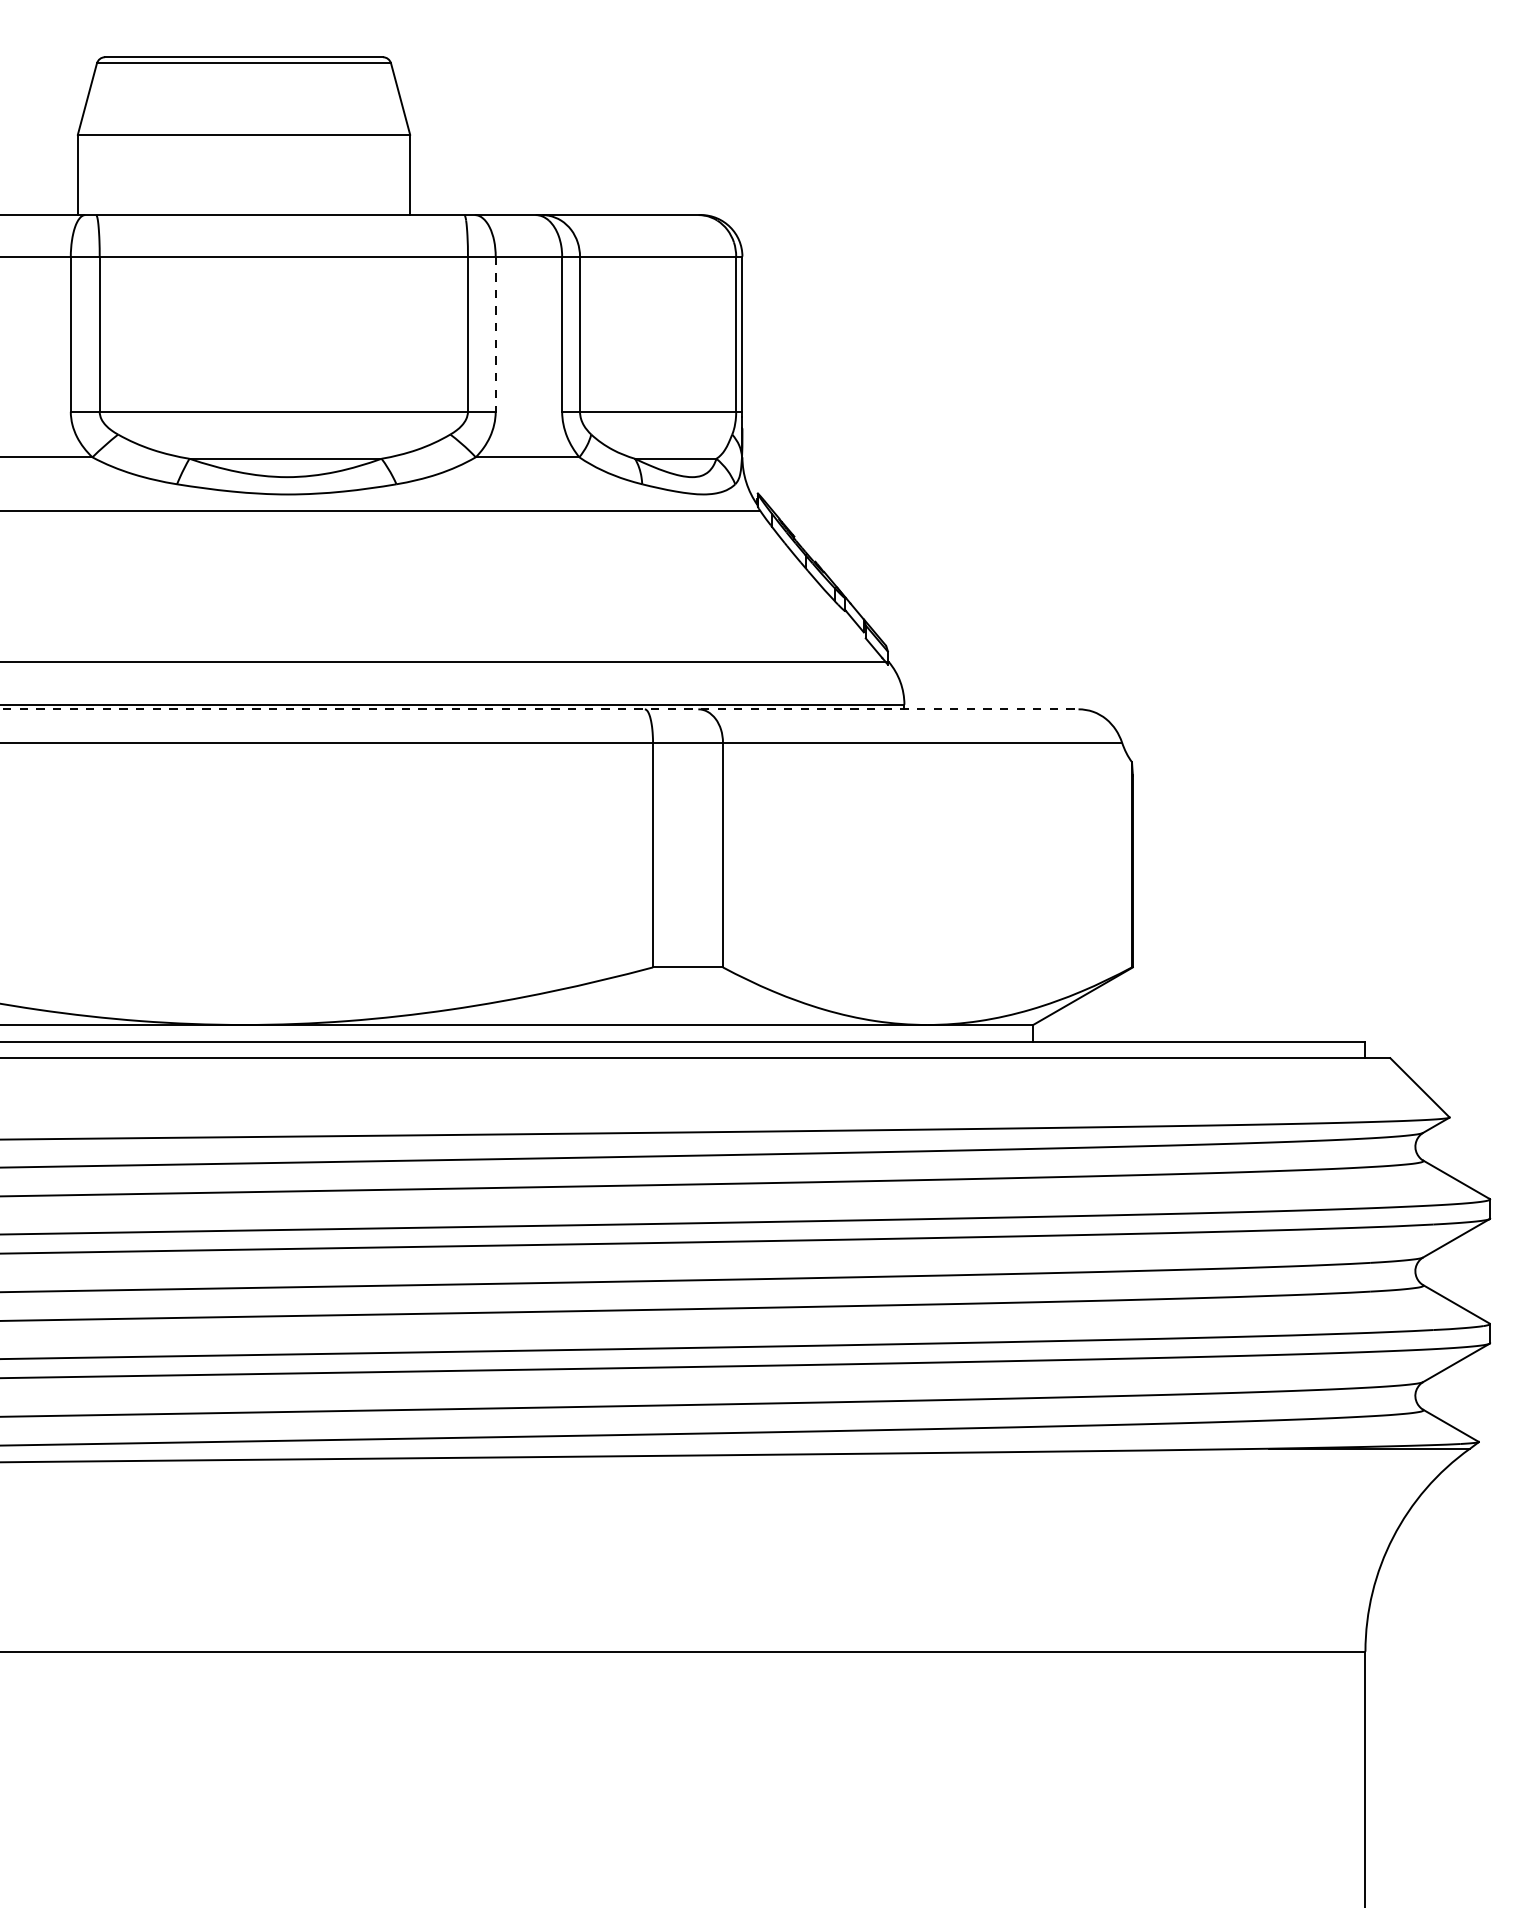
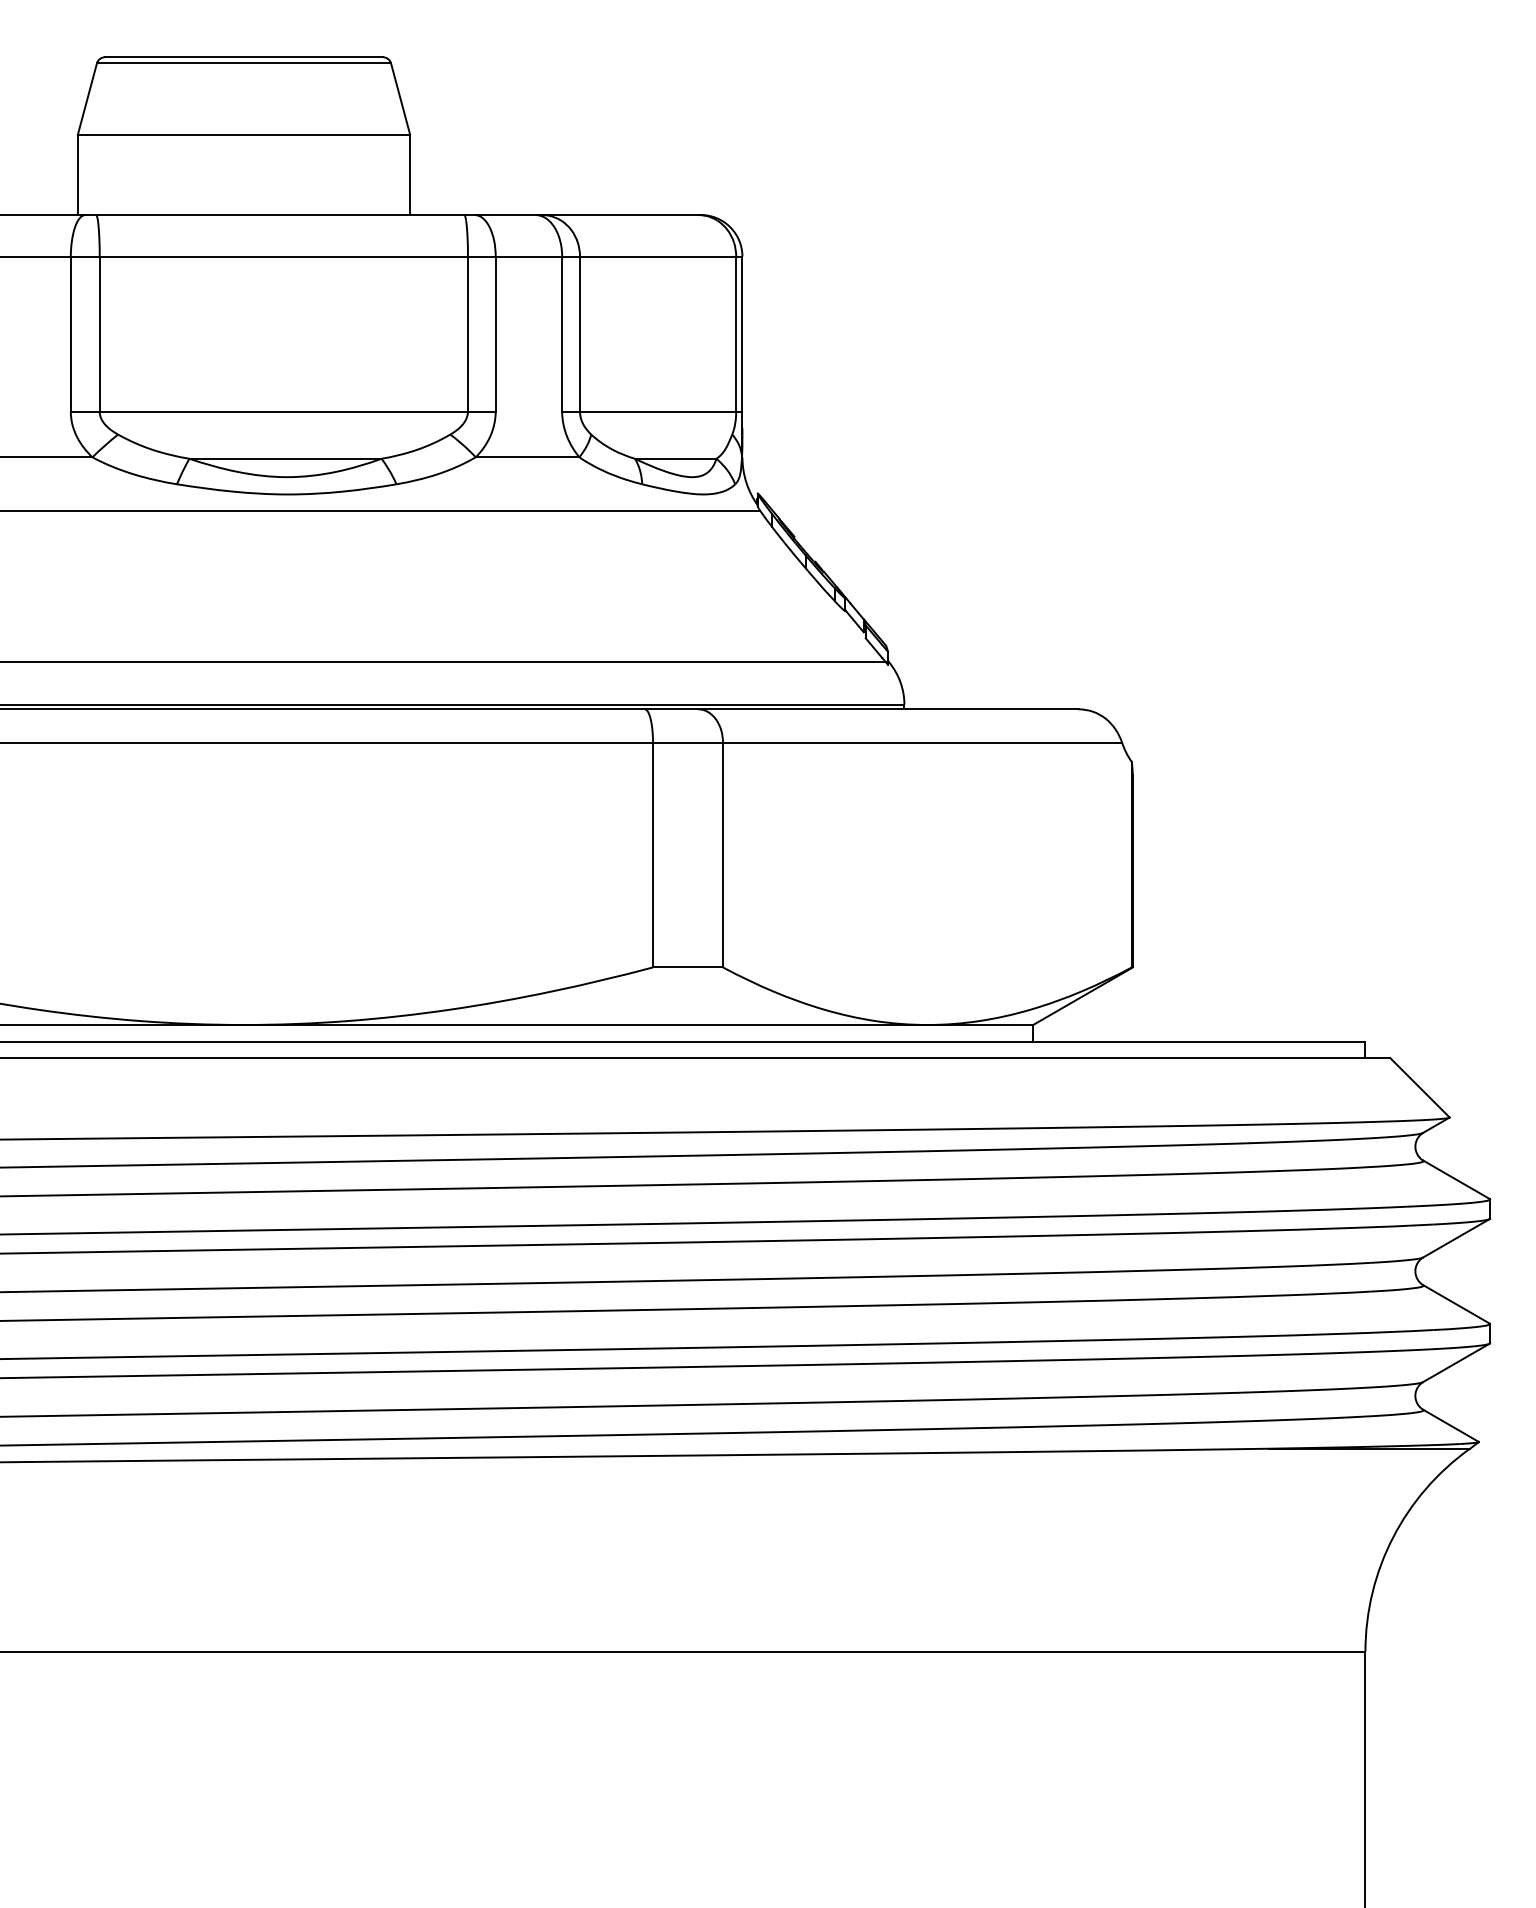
line at (495, 334): dashed -> solid
line at (539, 709): dashed -> solid
